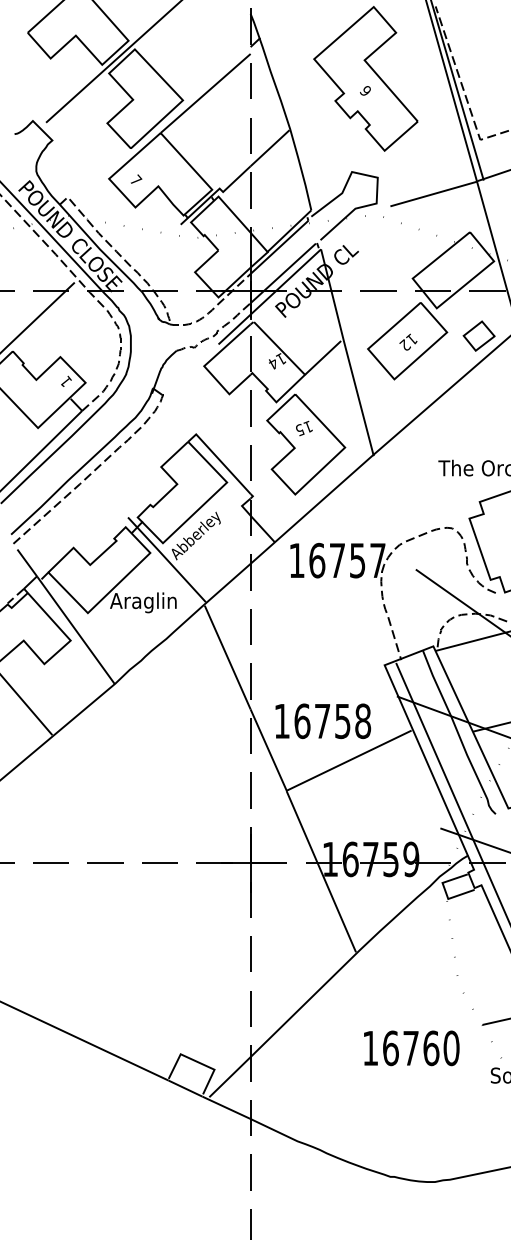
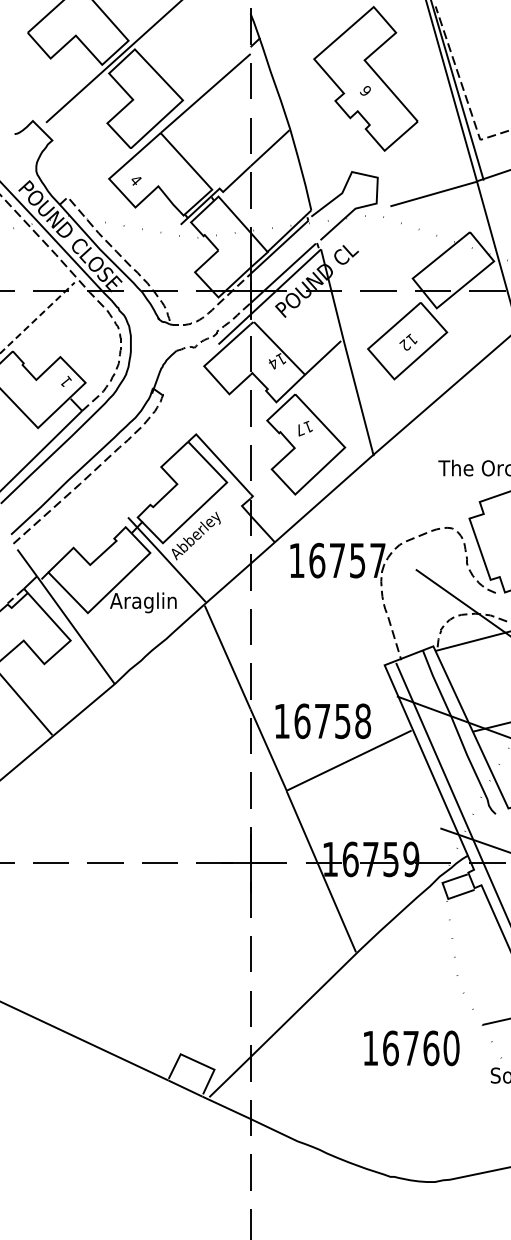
text at (136, 179): 7 -> 4
line at (37, 318): solid -> dashed
line at (473, 329): present -> none
text at (300, 430): 15 -> 17
